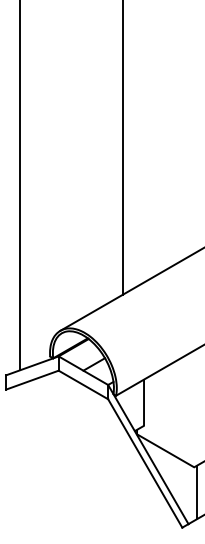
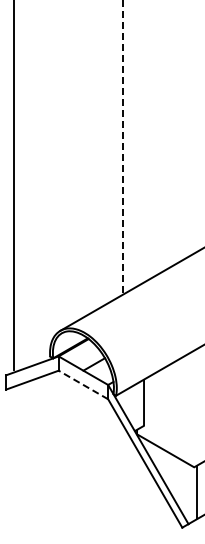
line at (122, 148): solid -> dashed
line at (19, 186) position: (19, 186) -> (13, 186)
line at (83, 384): solid -> dashed
